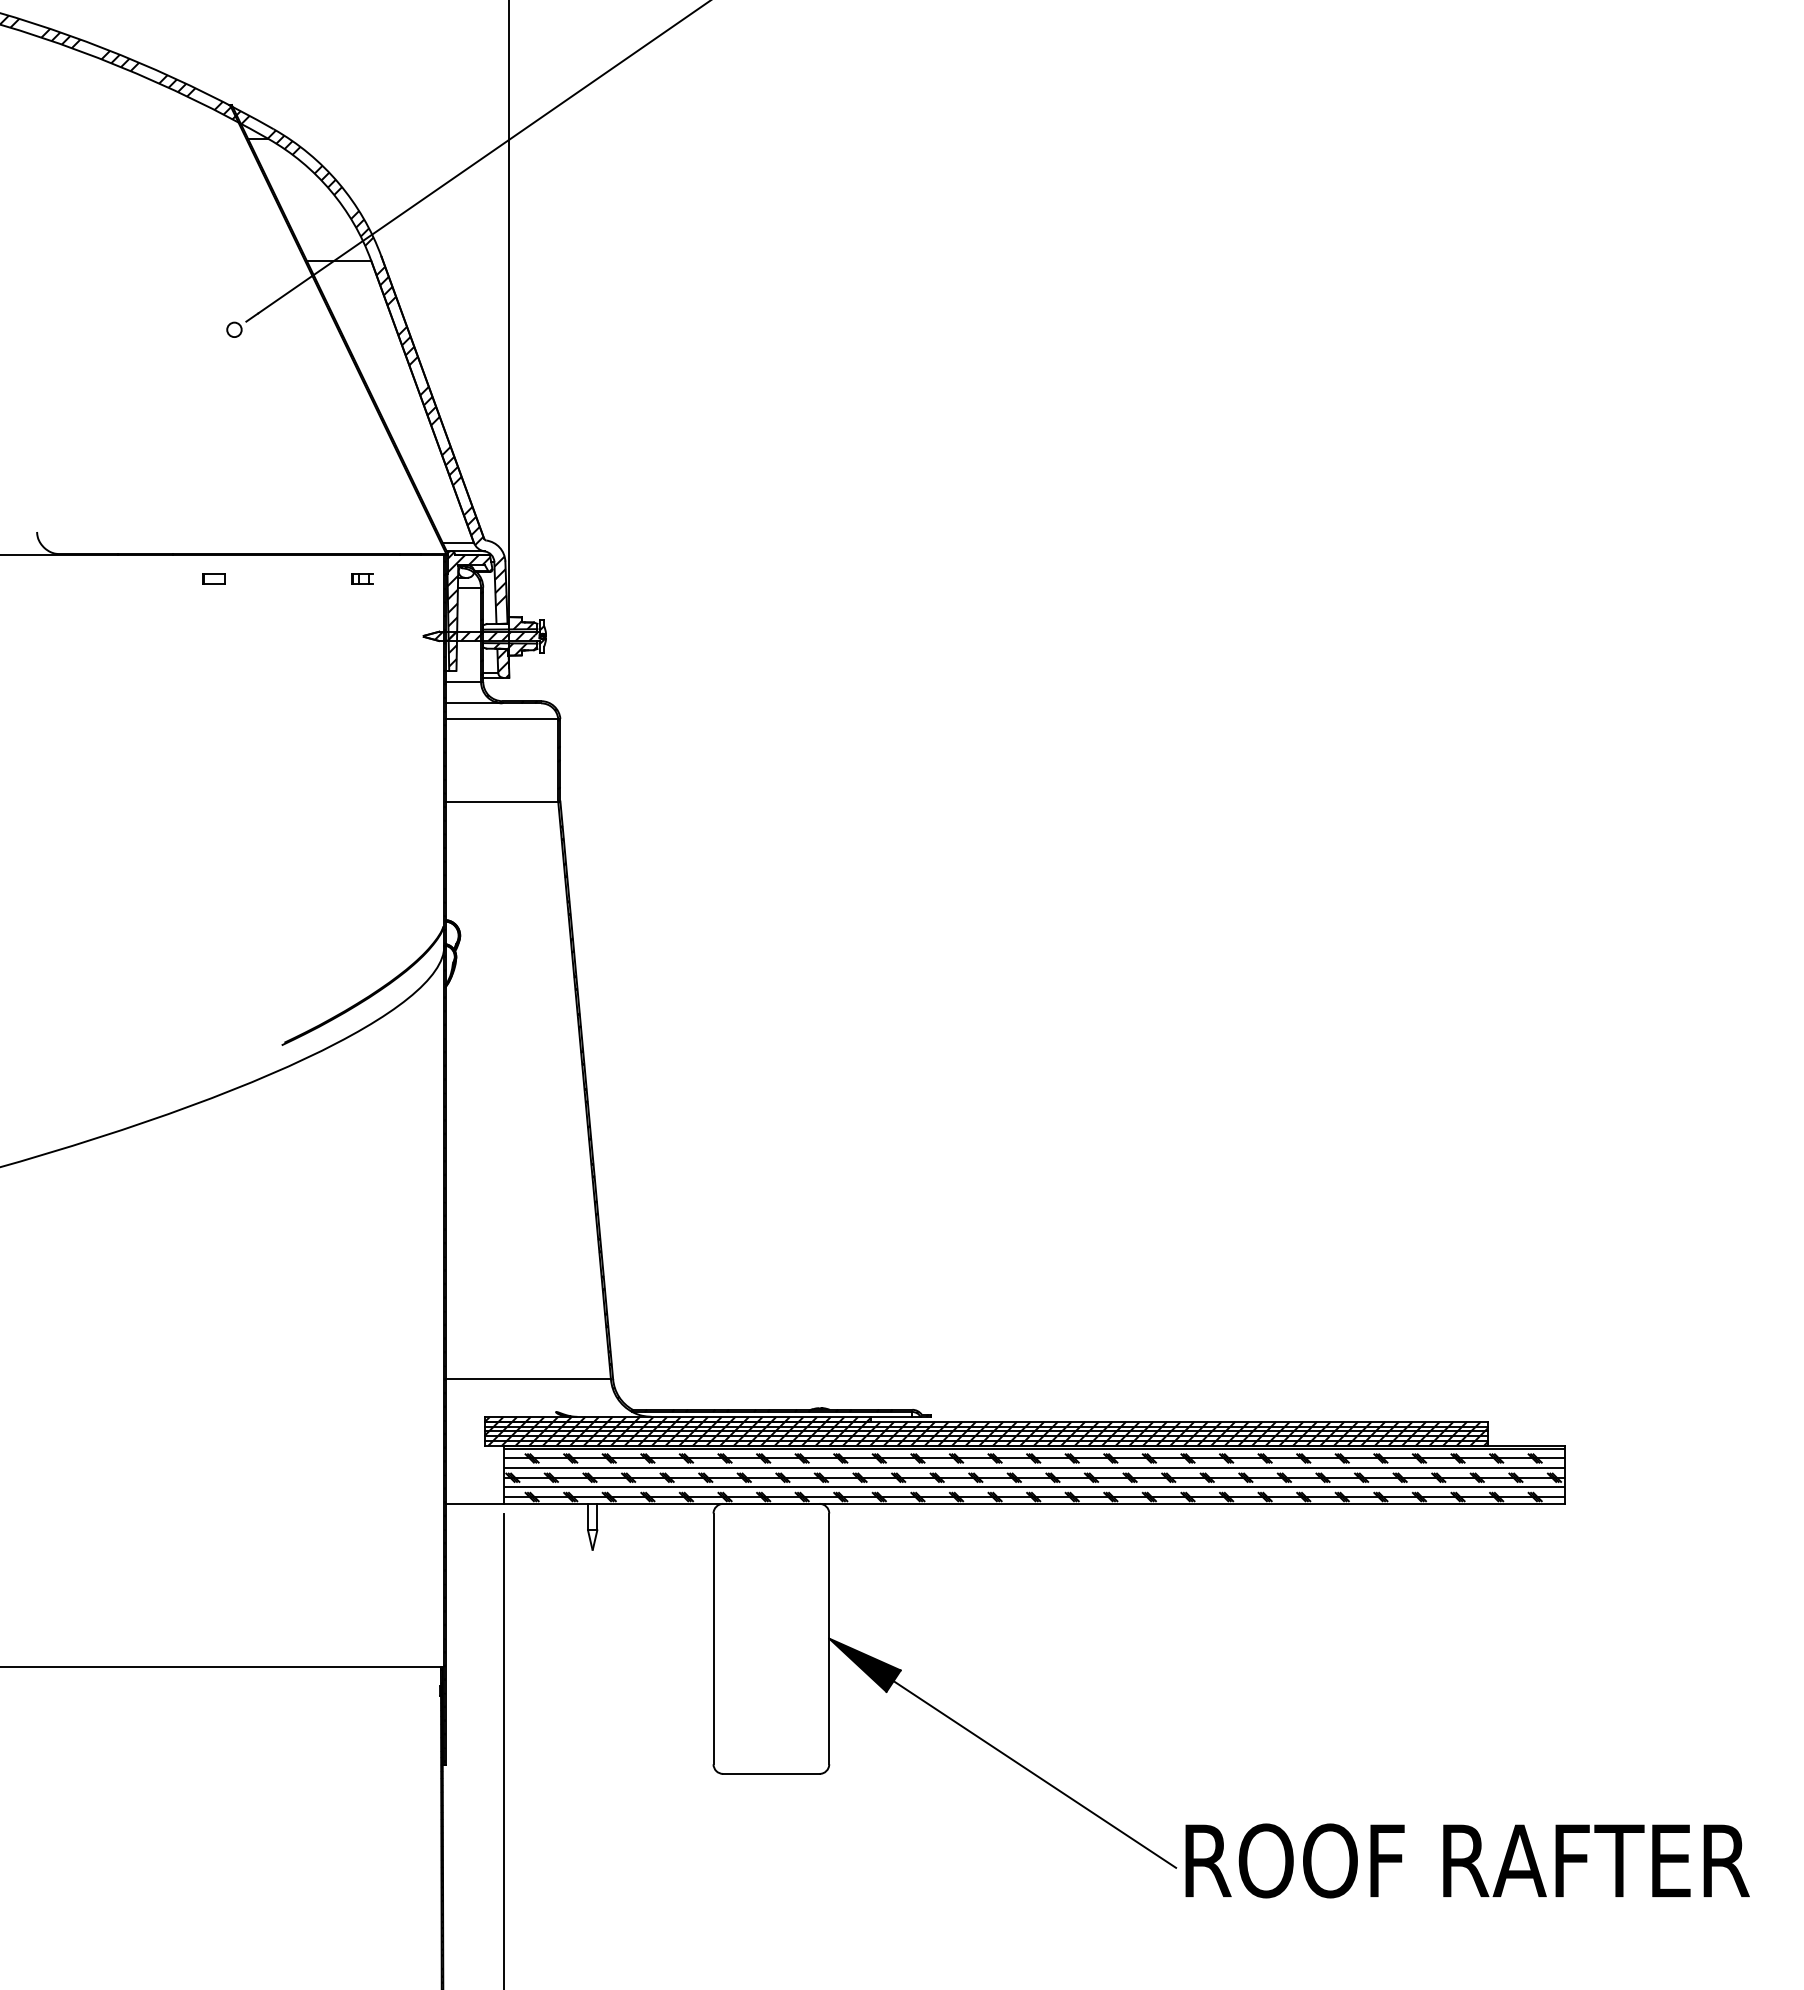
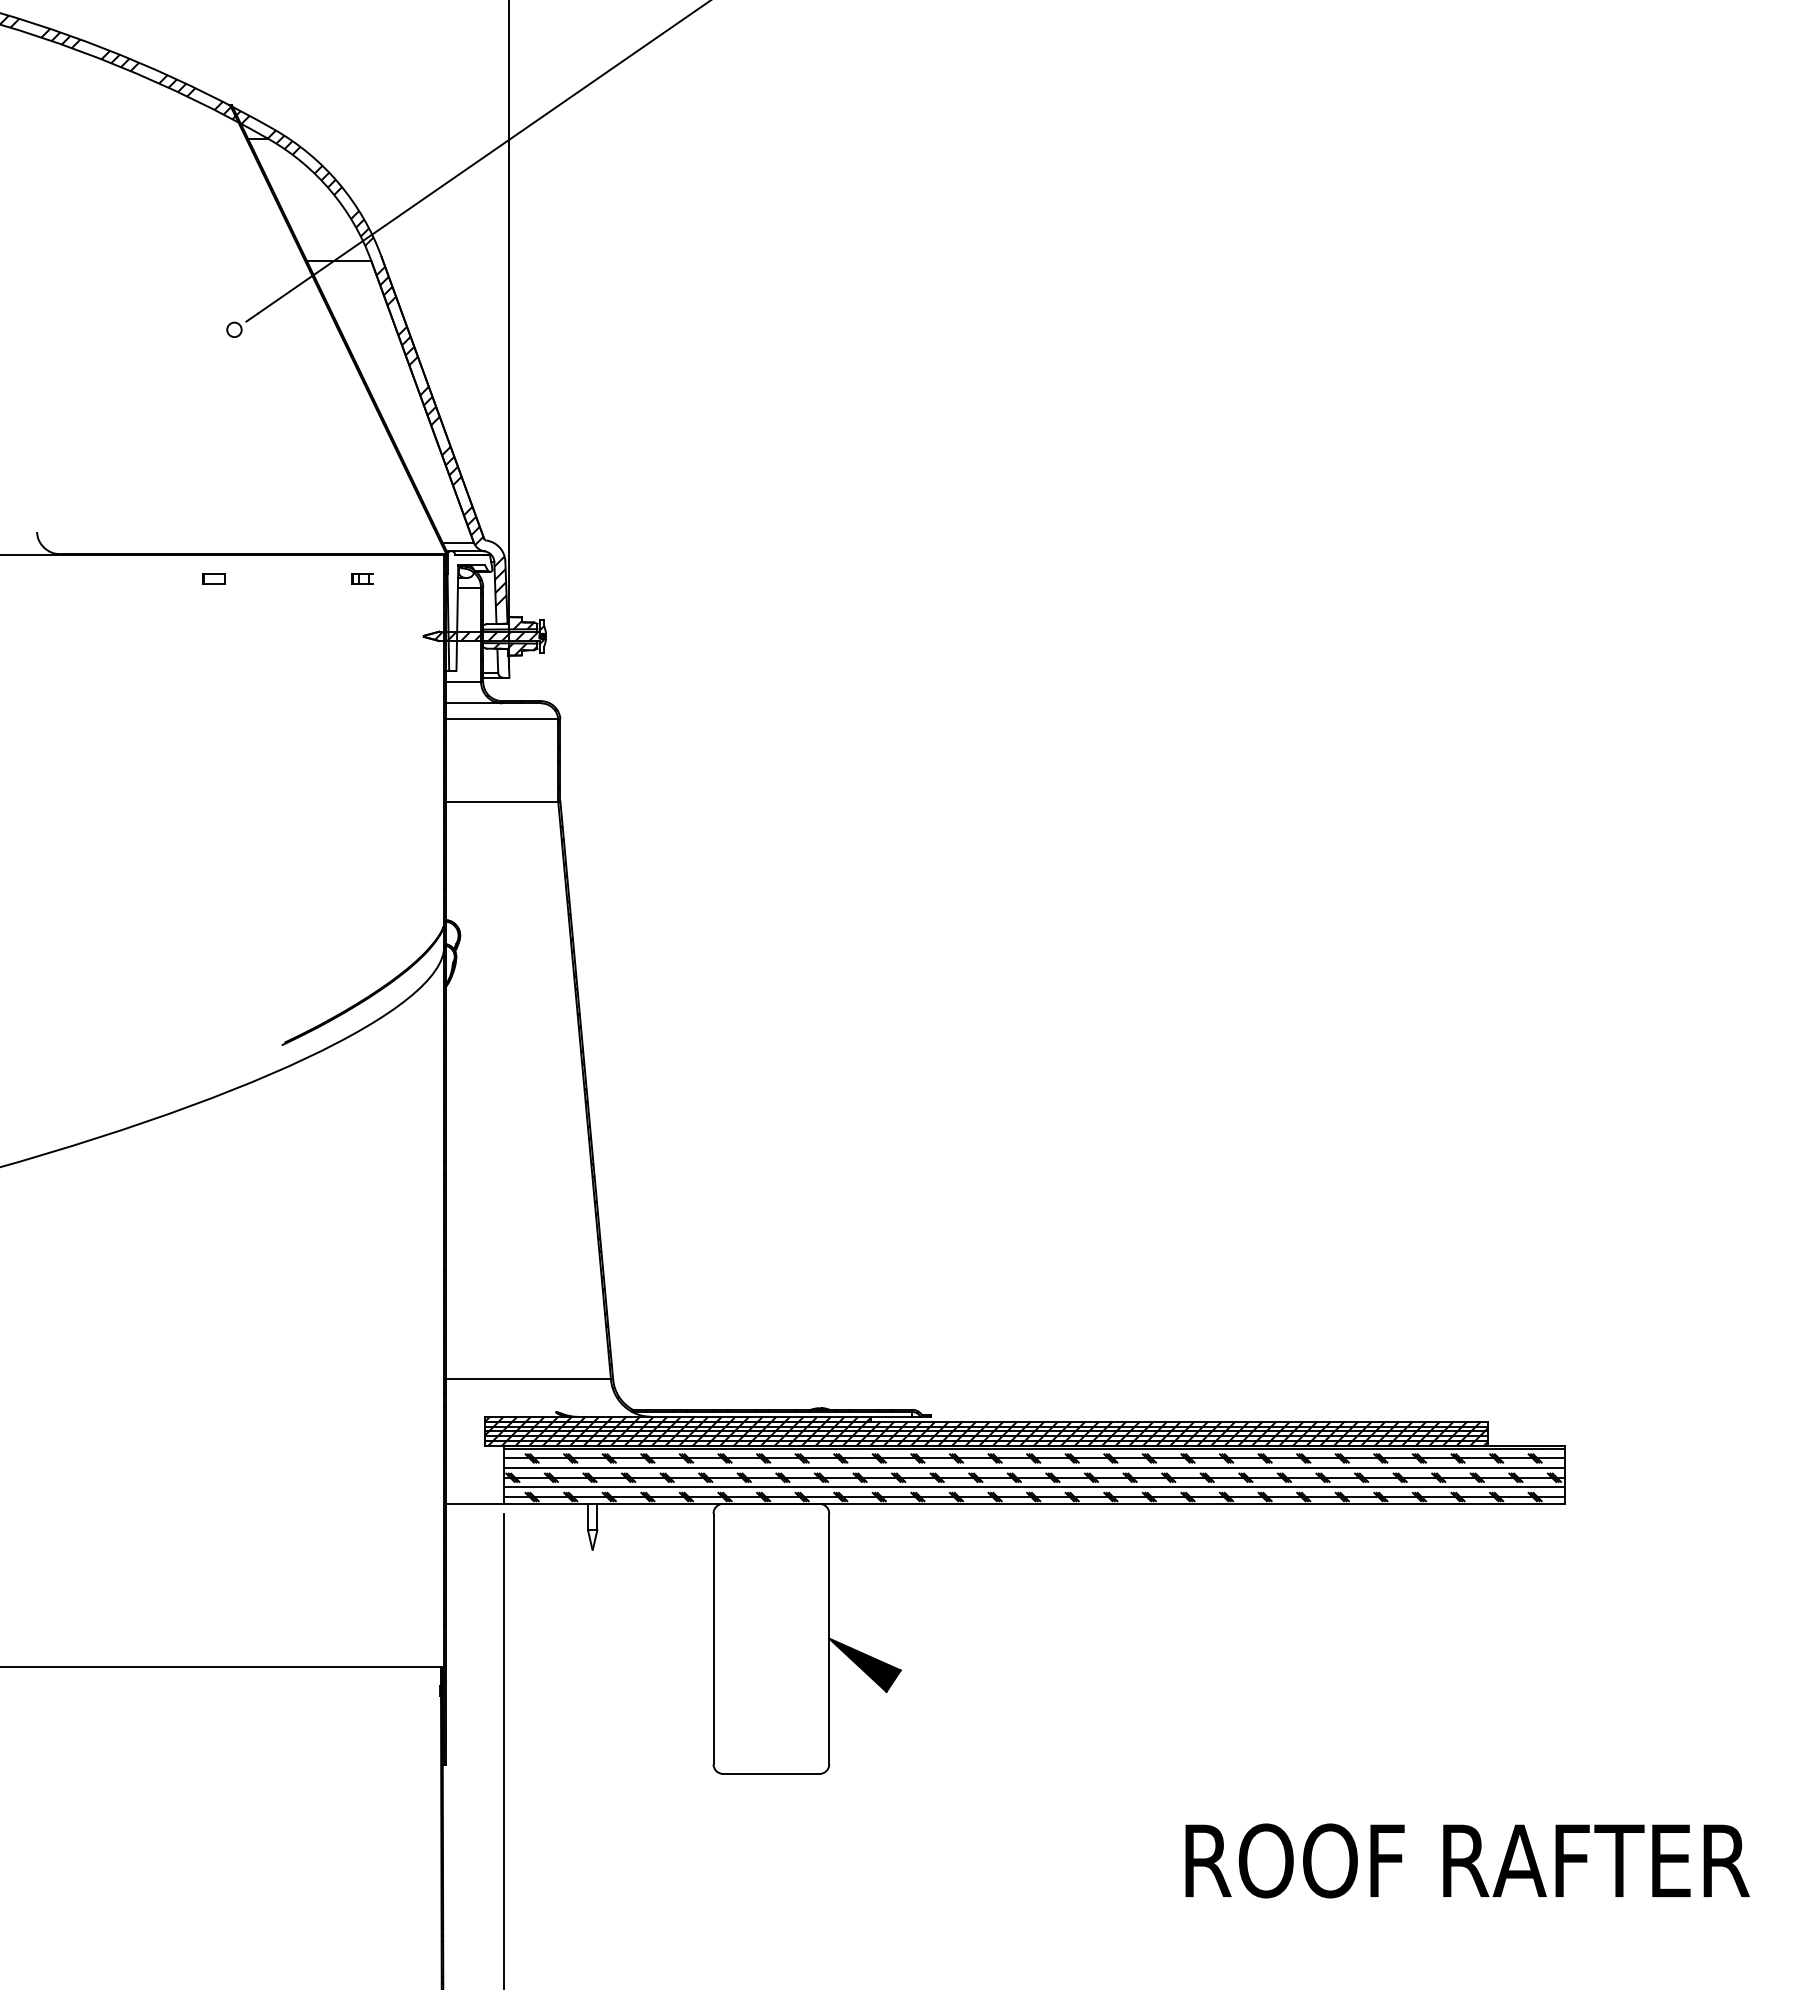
hatch at (469, 609): present -> none
hatch at (503, 663): present -> none
line at (1034, 1774): present -> none
